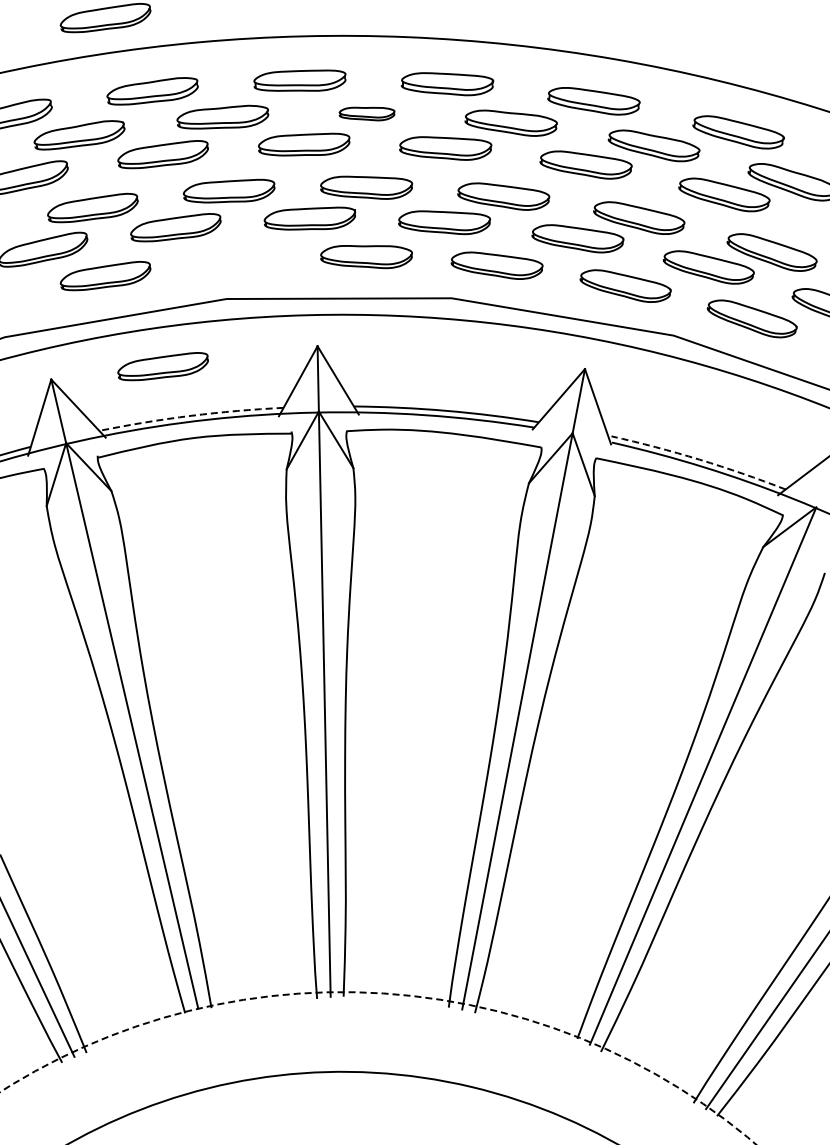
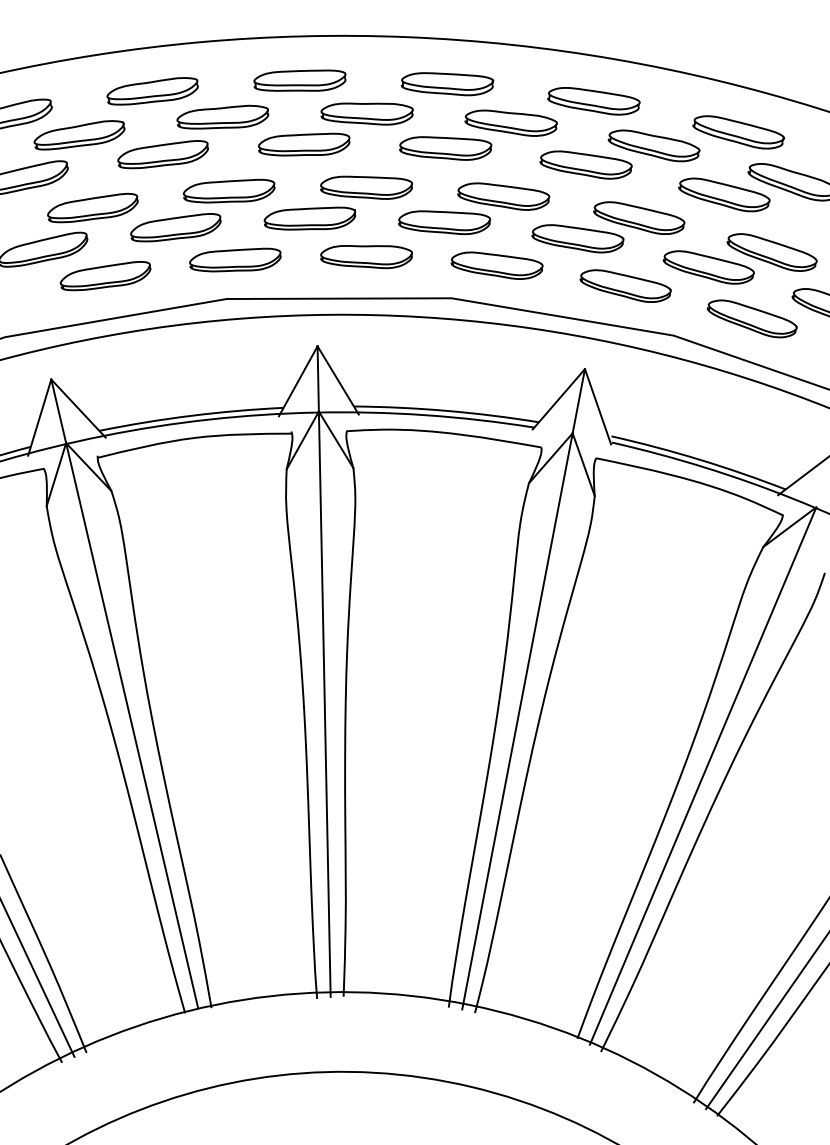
part at (105, 18): present -> none
part at (366, 113) size: 58x16 px -> 94x24 px
part at (235, 259): none -> present
part at (162, 366): present -> none
arc at (191, 415): dashed -> solid
arc at (699, 459): dashed -> solid
arc at (388, 993): dashed -> solid
